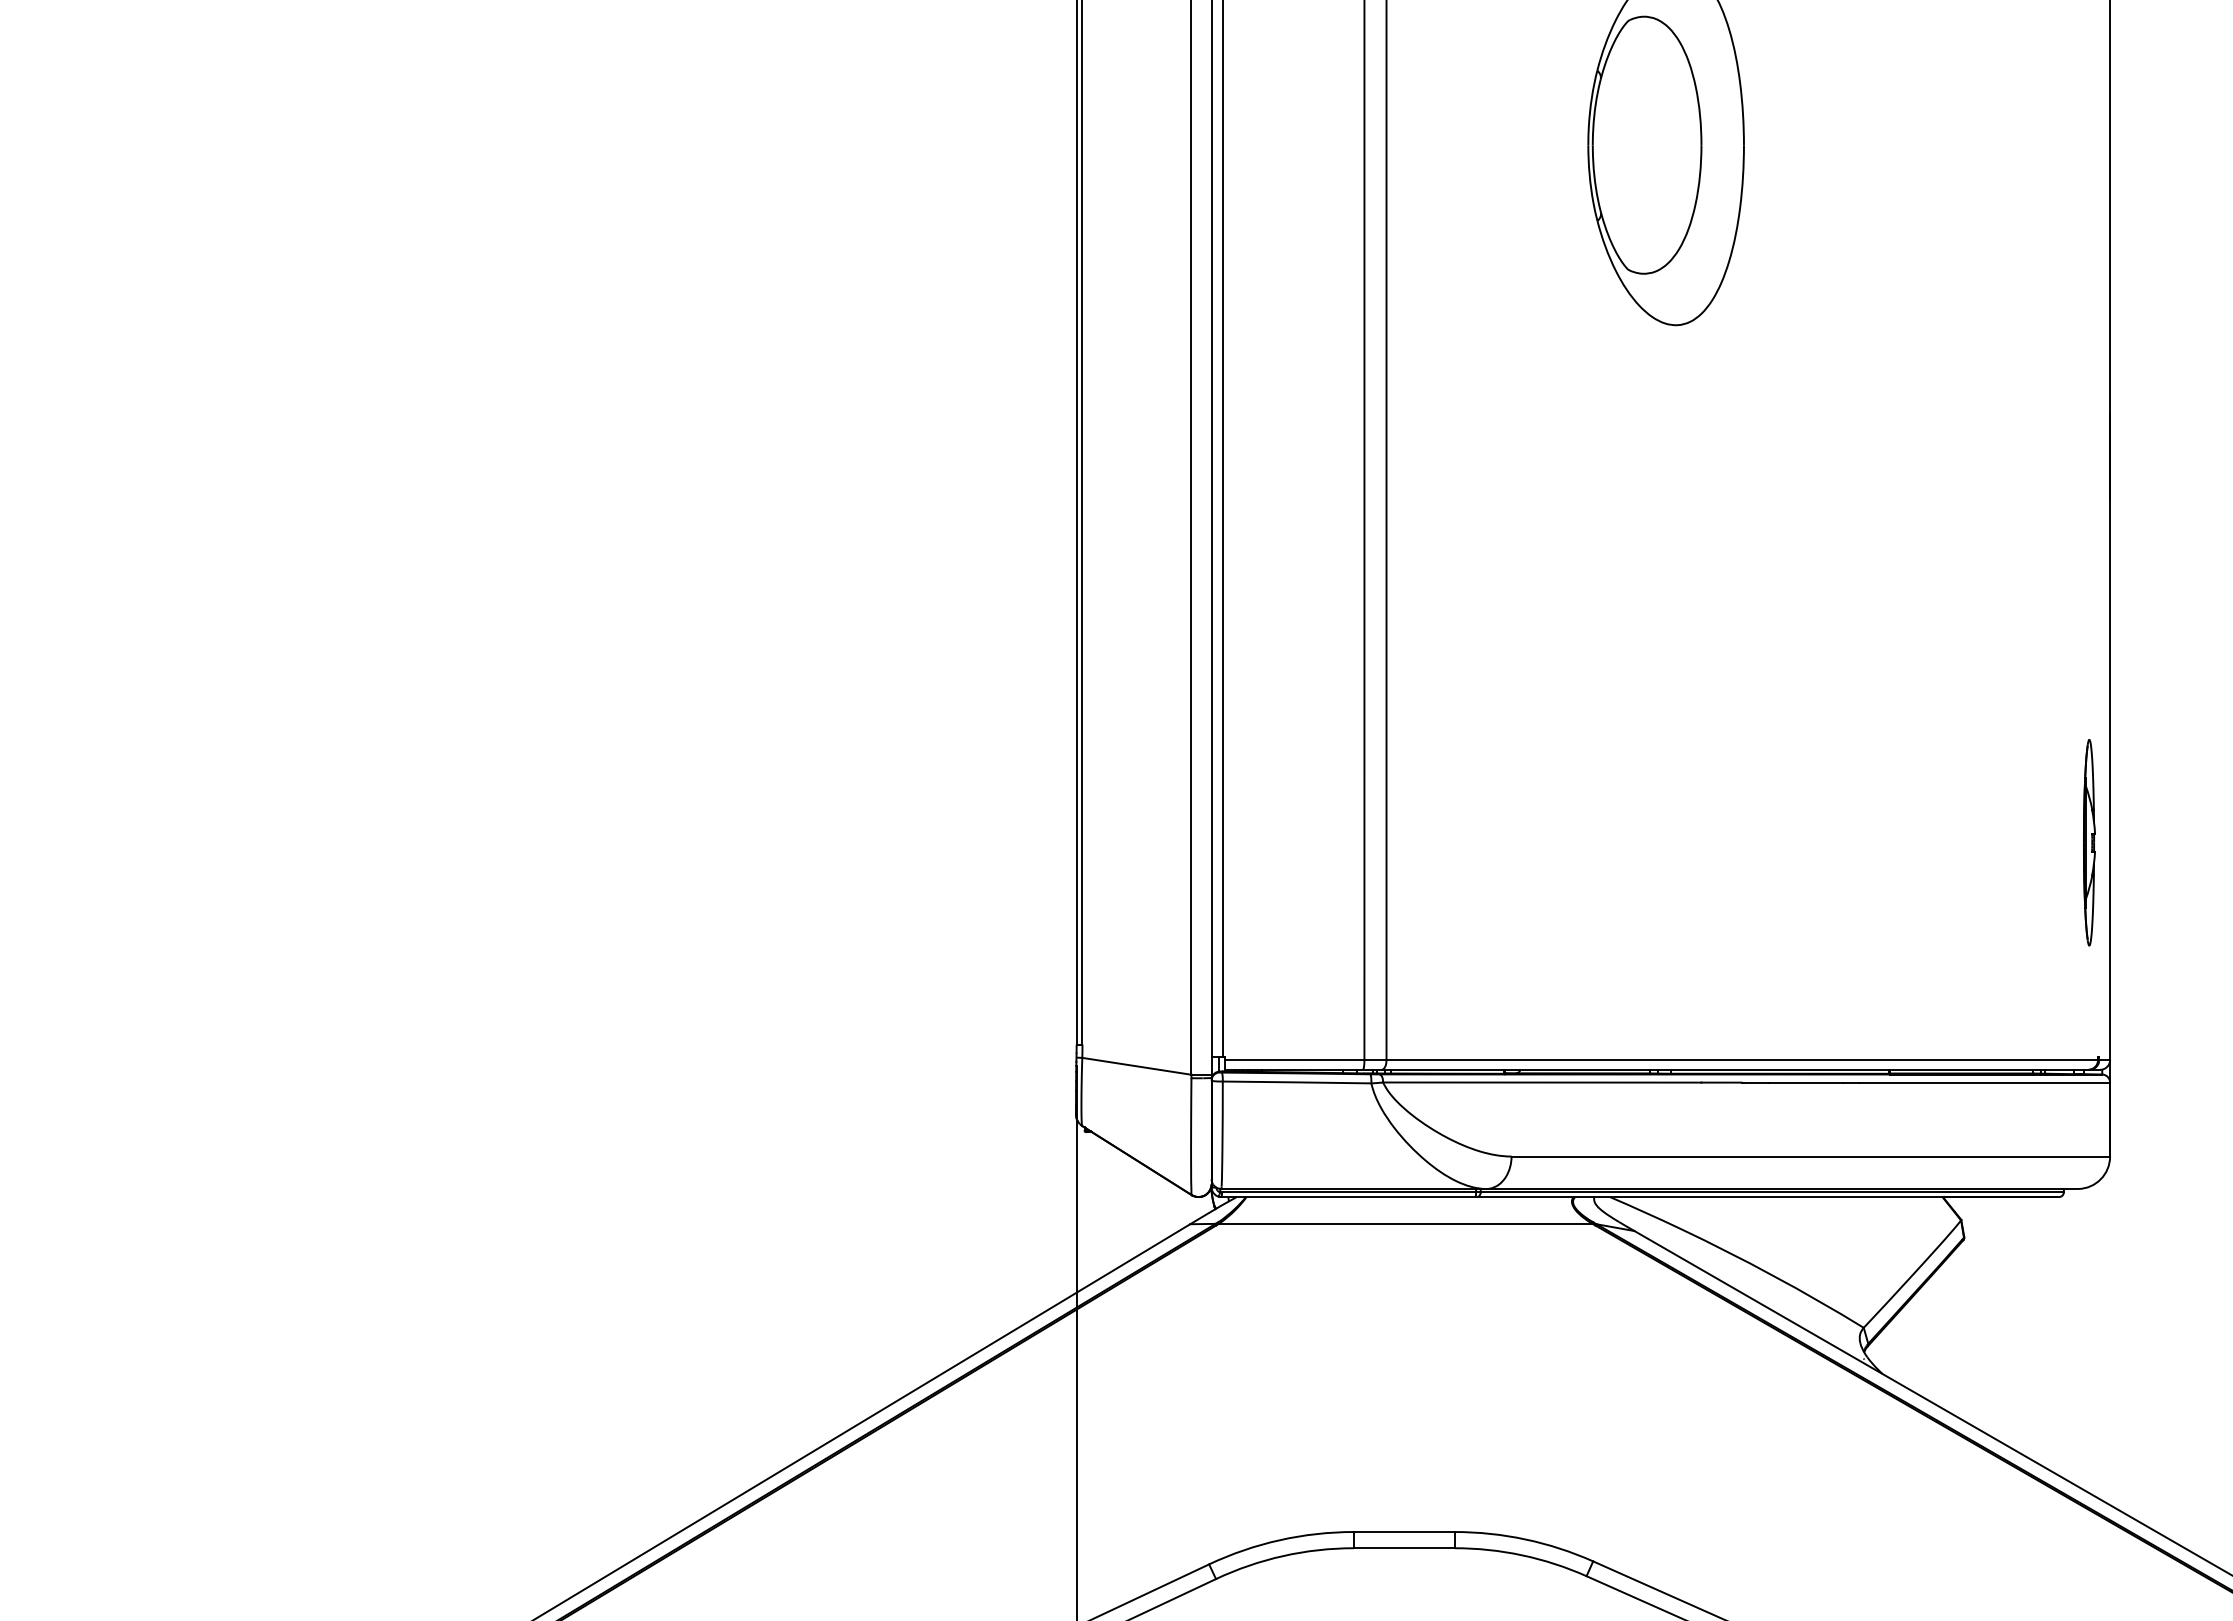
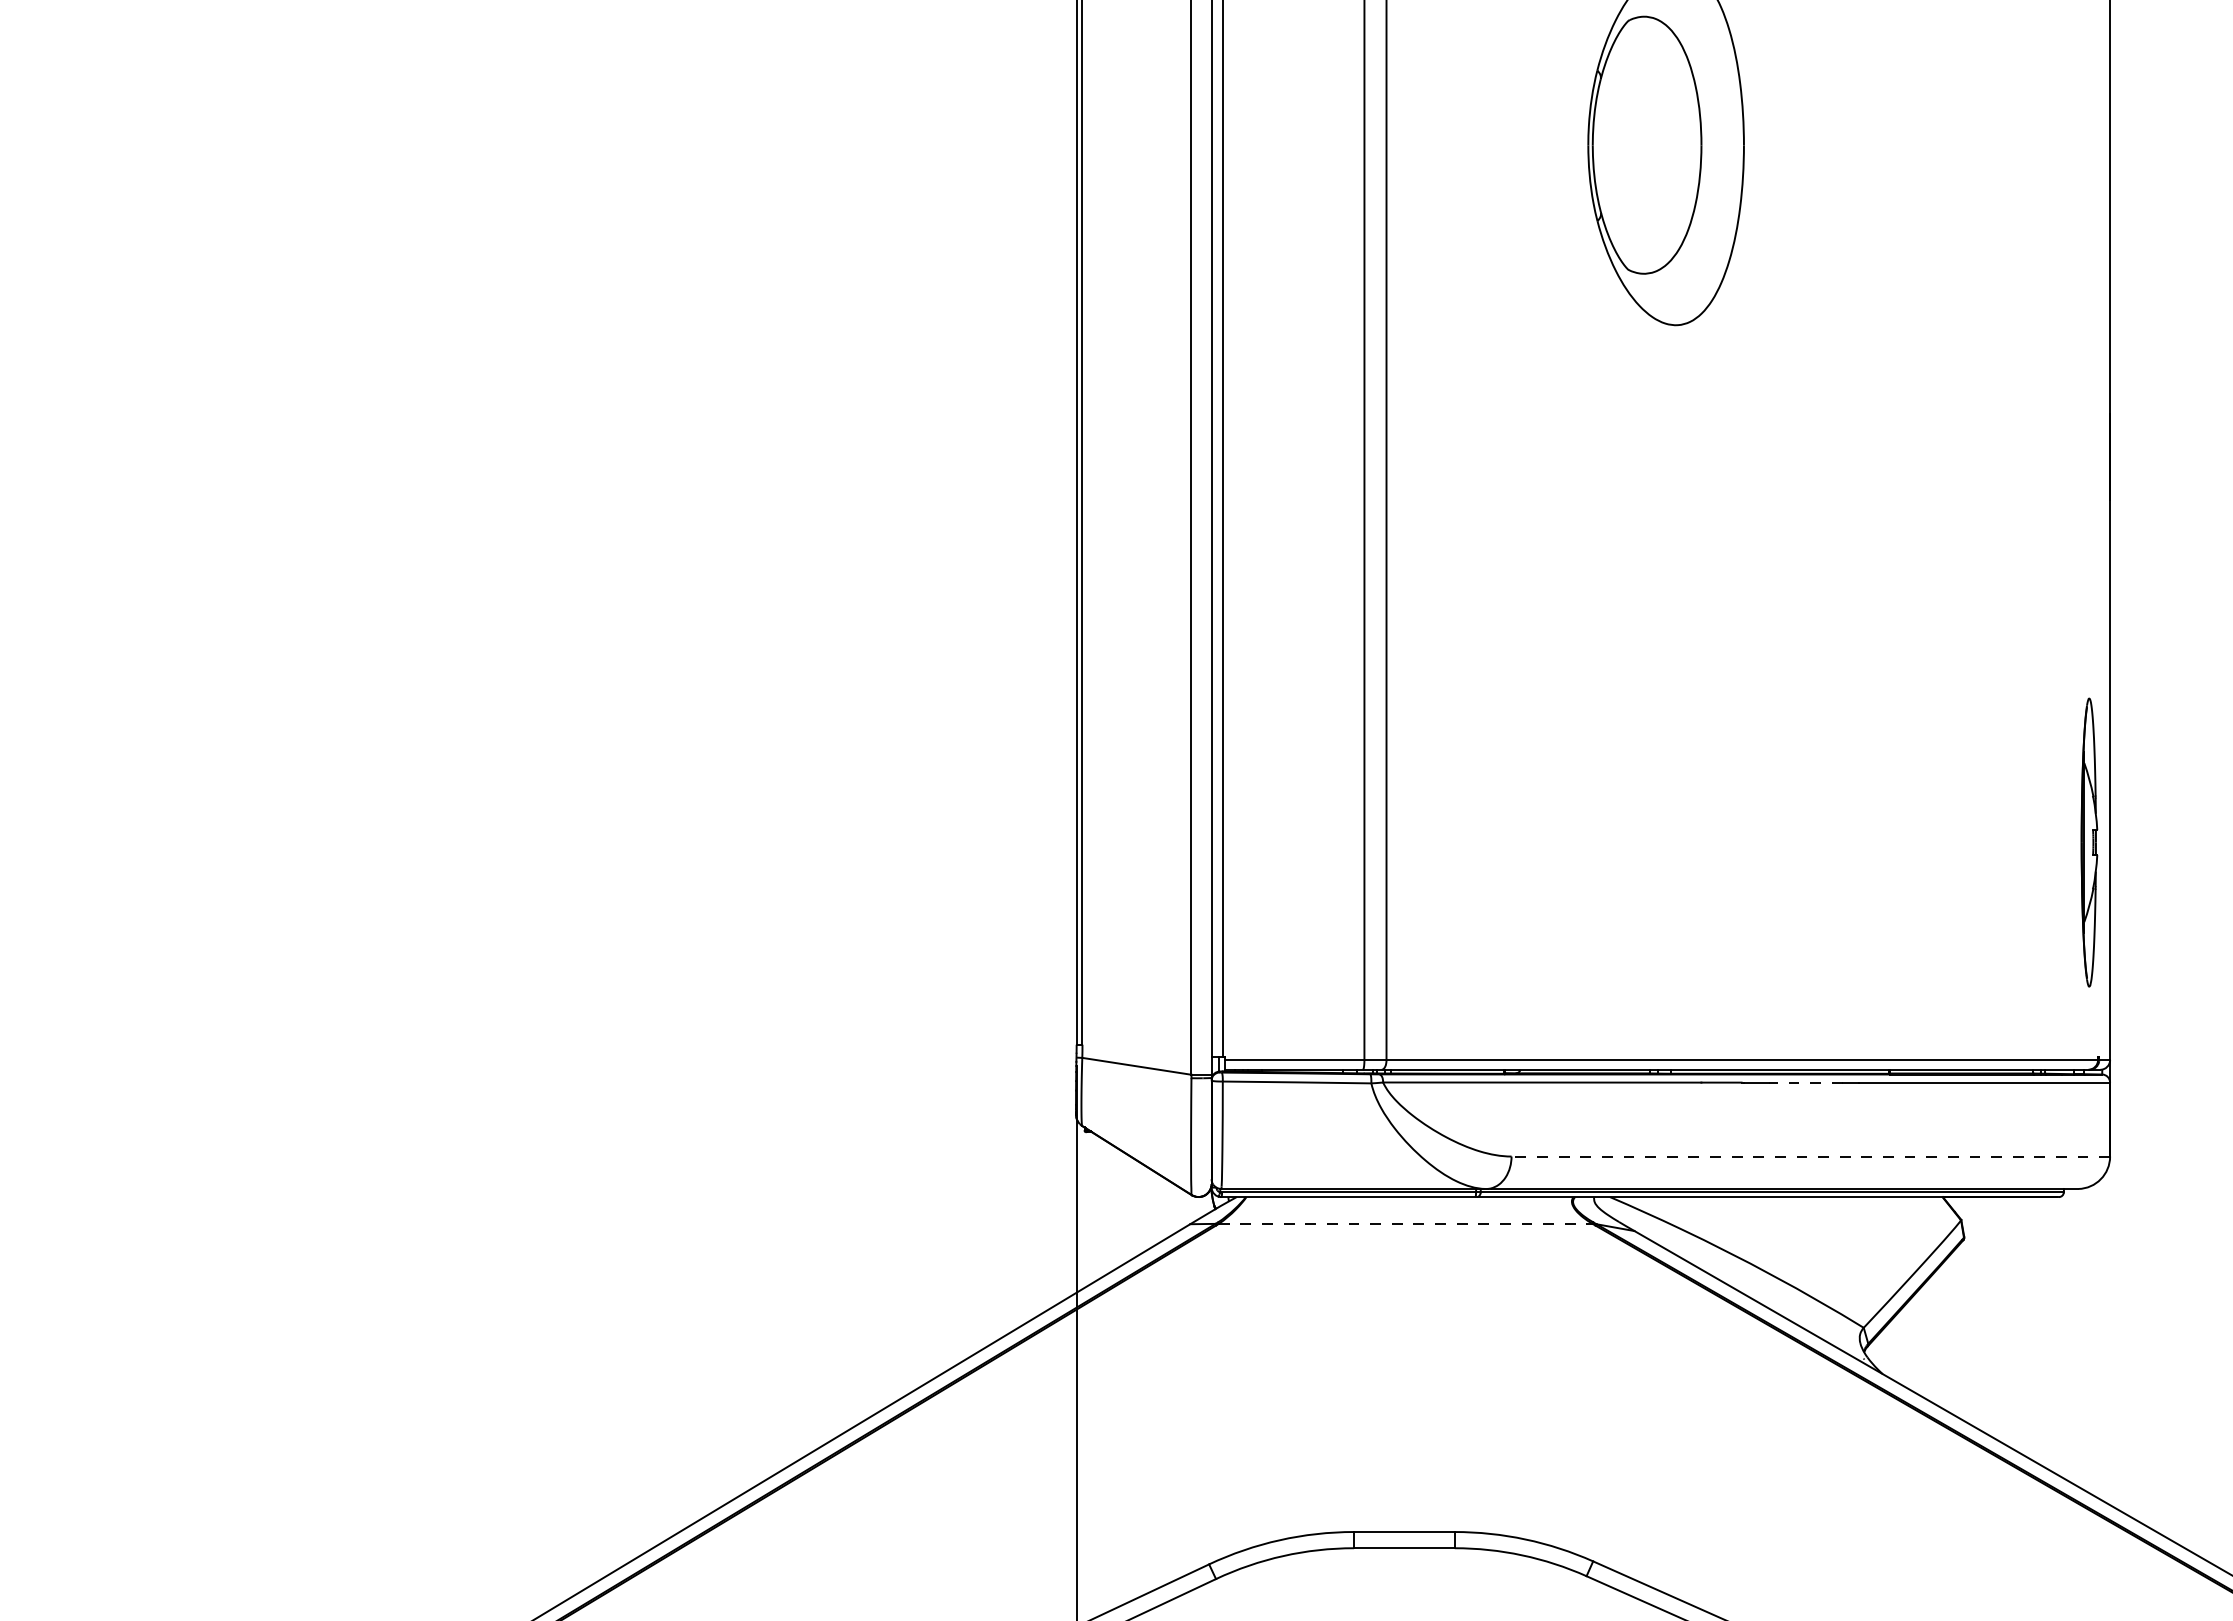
part at (2089, 842) size: 13x208 px -> 19x291 px
line at (1805, 1082): solid -> dashed
line at (1810, 1156): solid -> dashed
line at (1405, 1223): solid -> dashed
